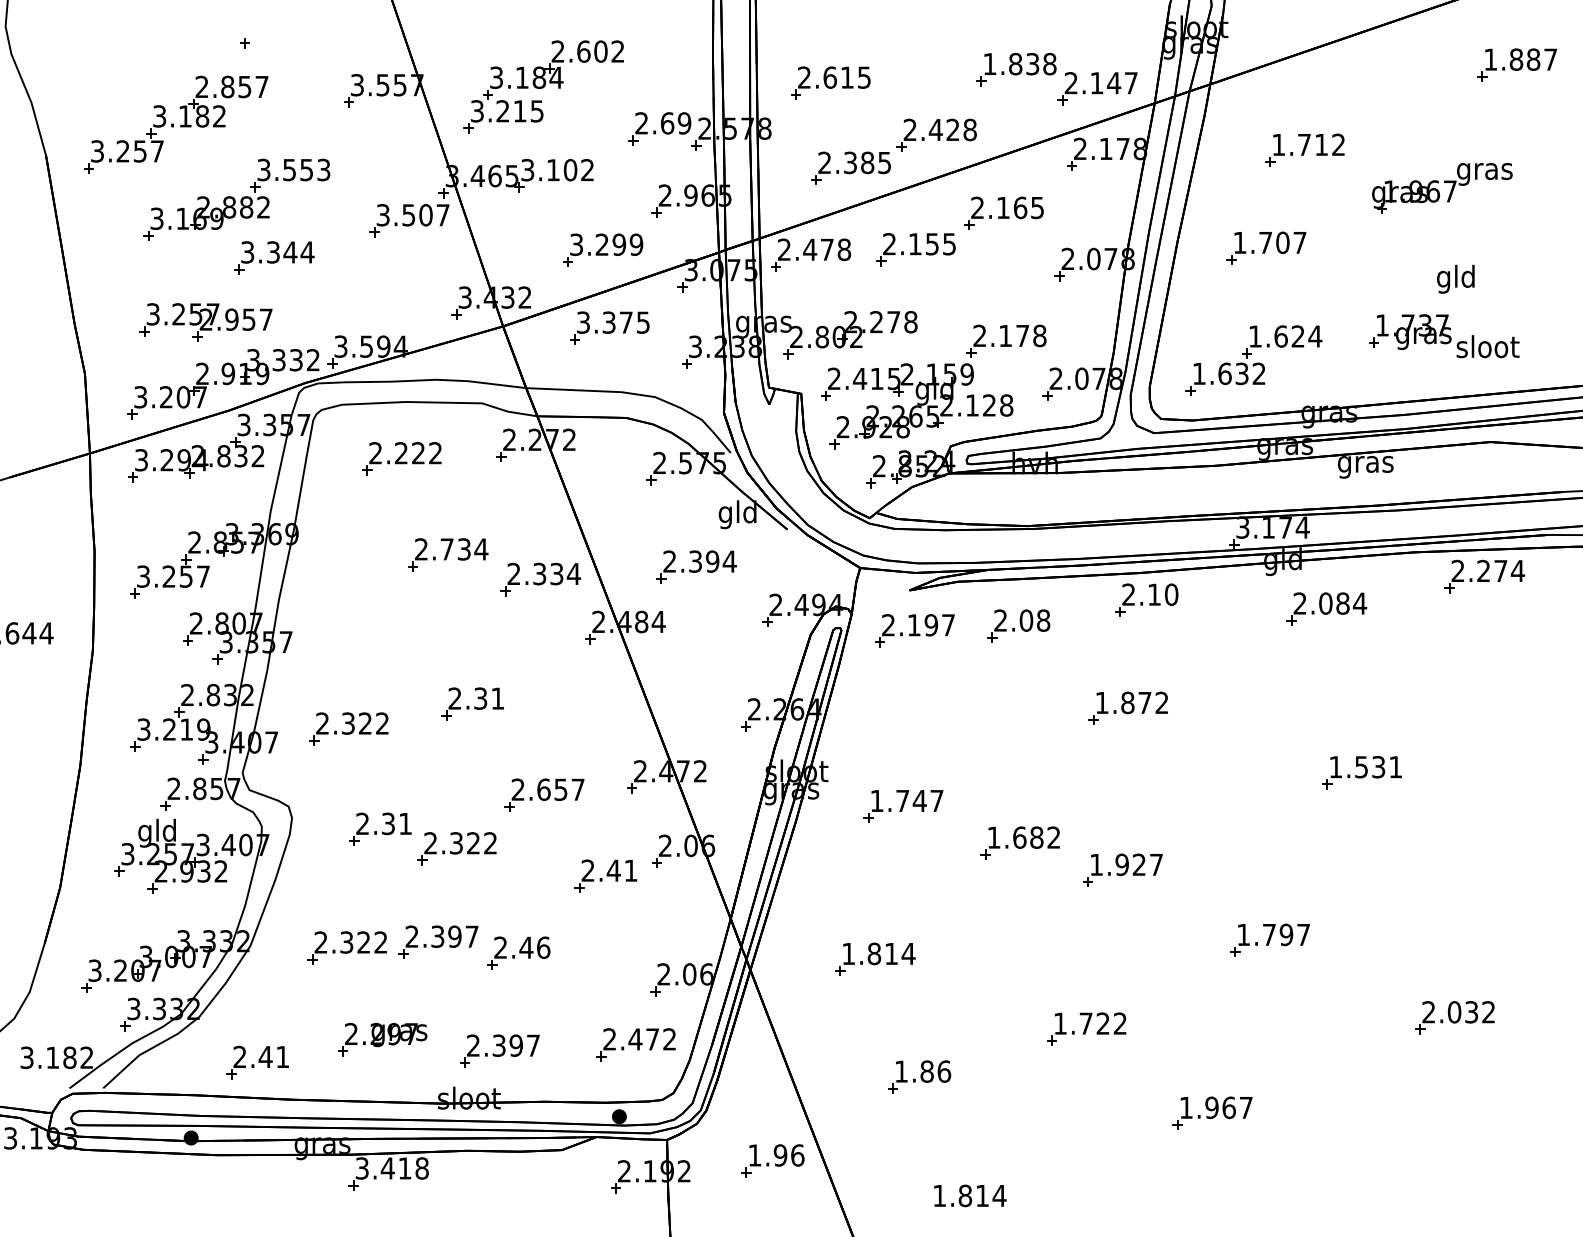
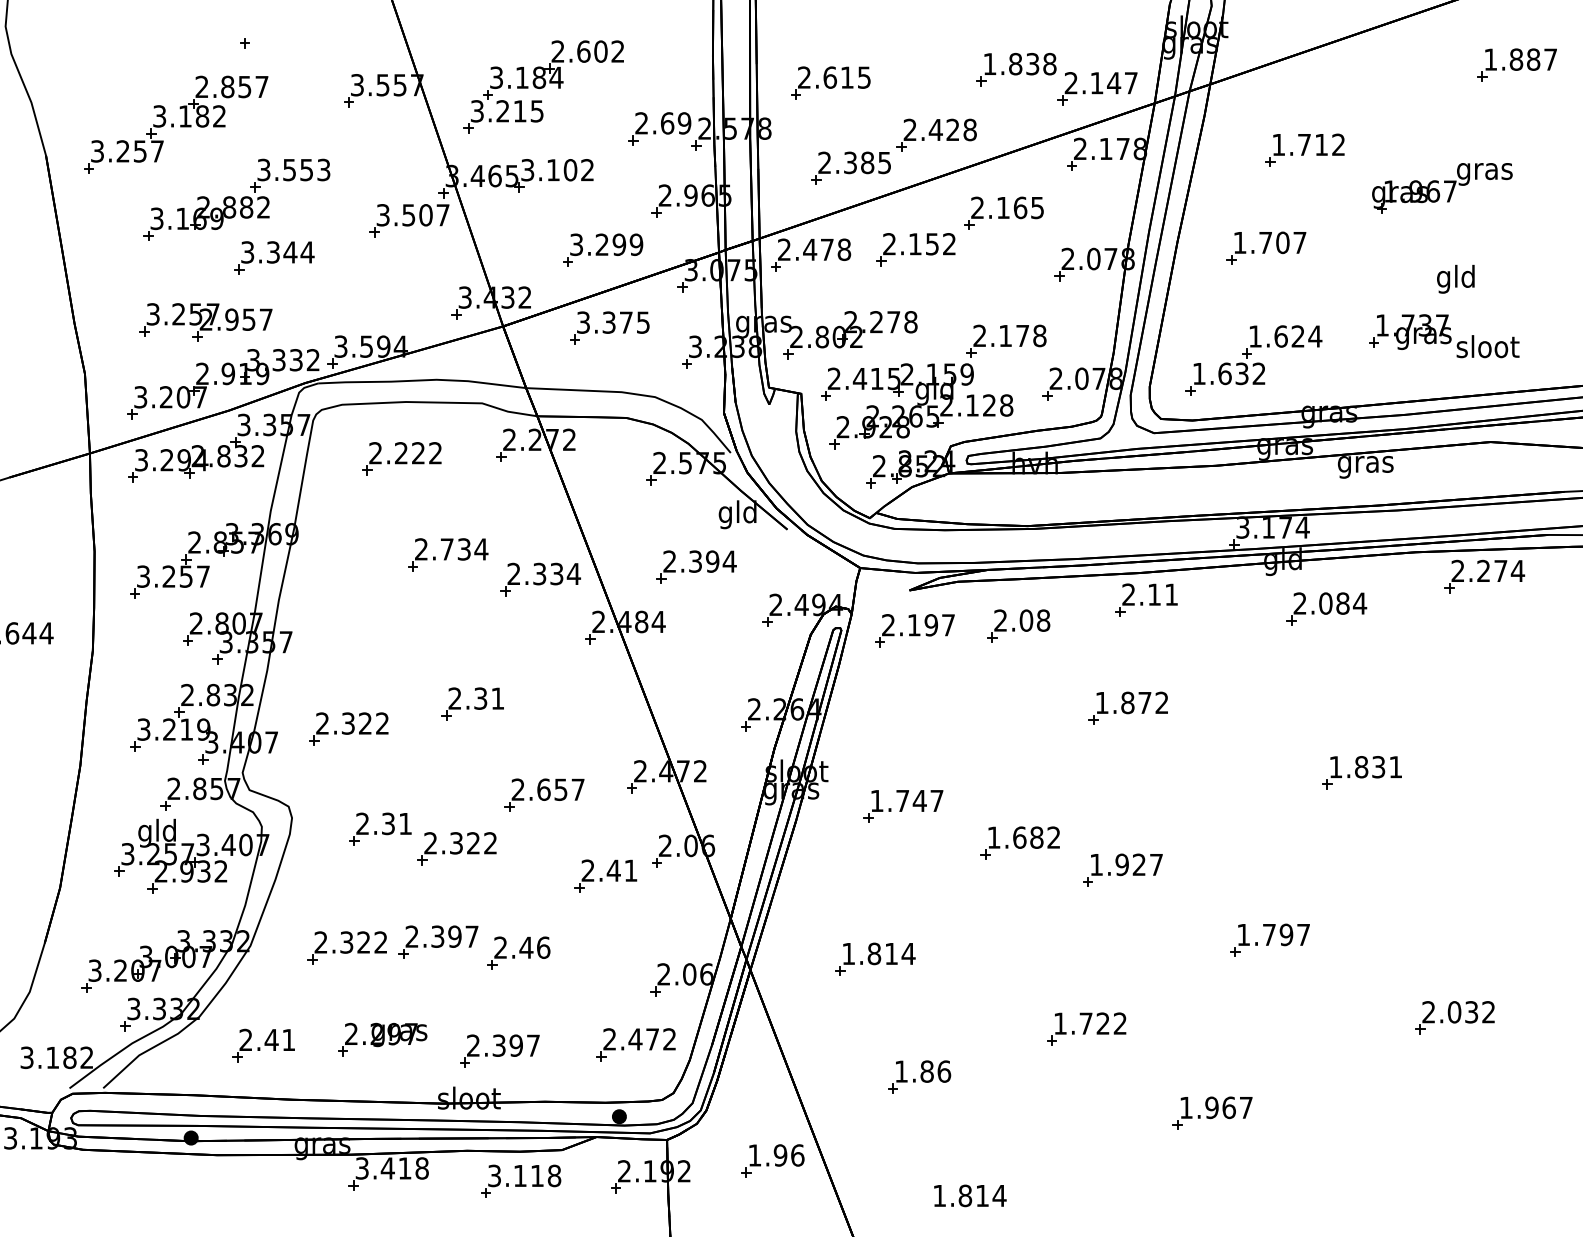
text at (949, 244): 2.155 -> 2.152
text at (1171, 594): 2.10 -> 2.11
text at (1361, 767): 1.531 -> 1.831
part at (257, 1062) position: (257, 1062) -> (263, 1045)
part at (521, 1180): none -> present
